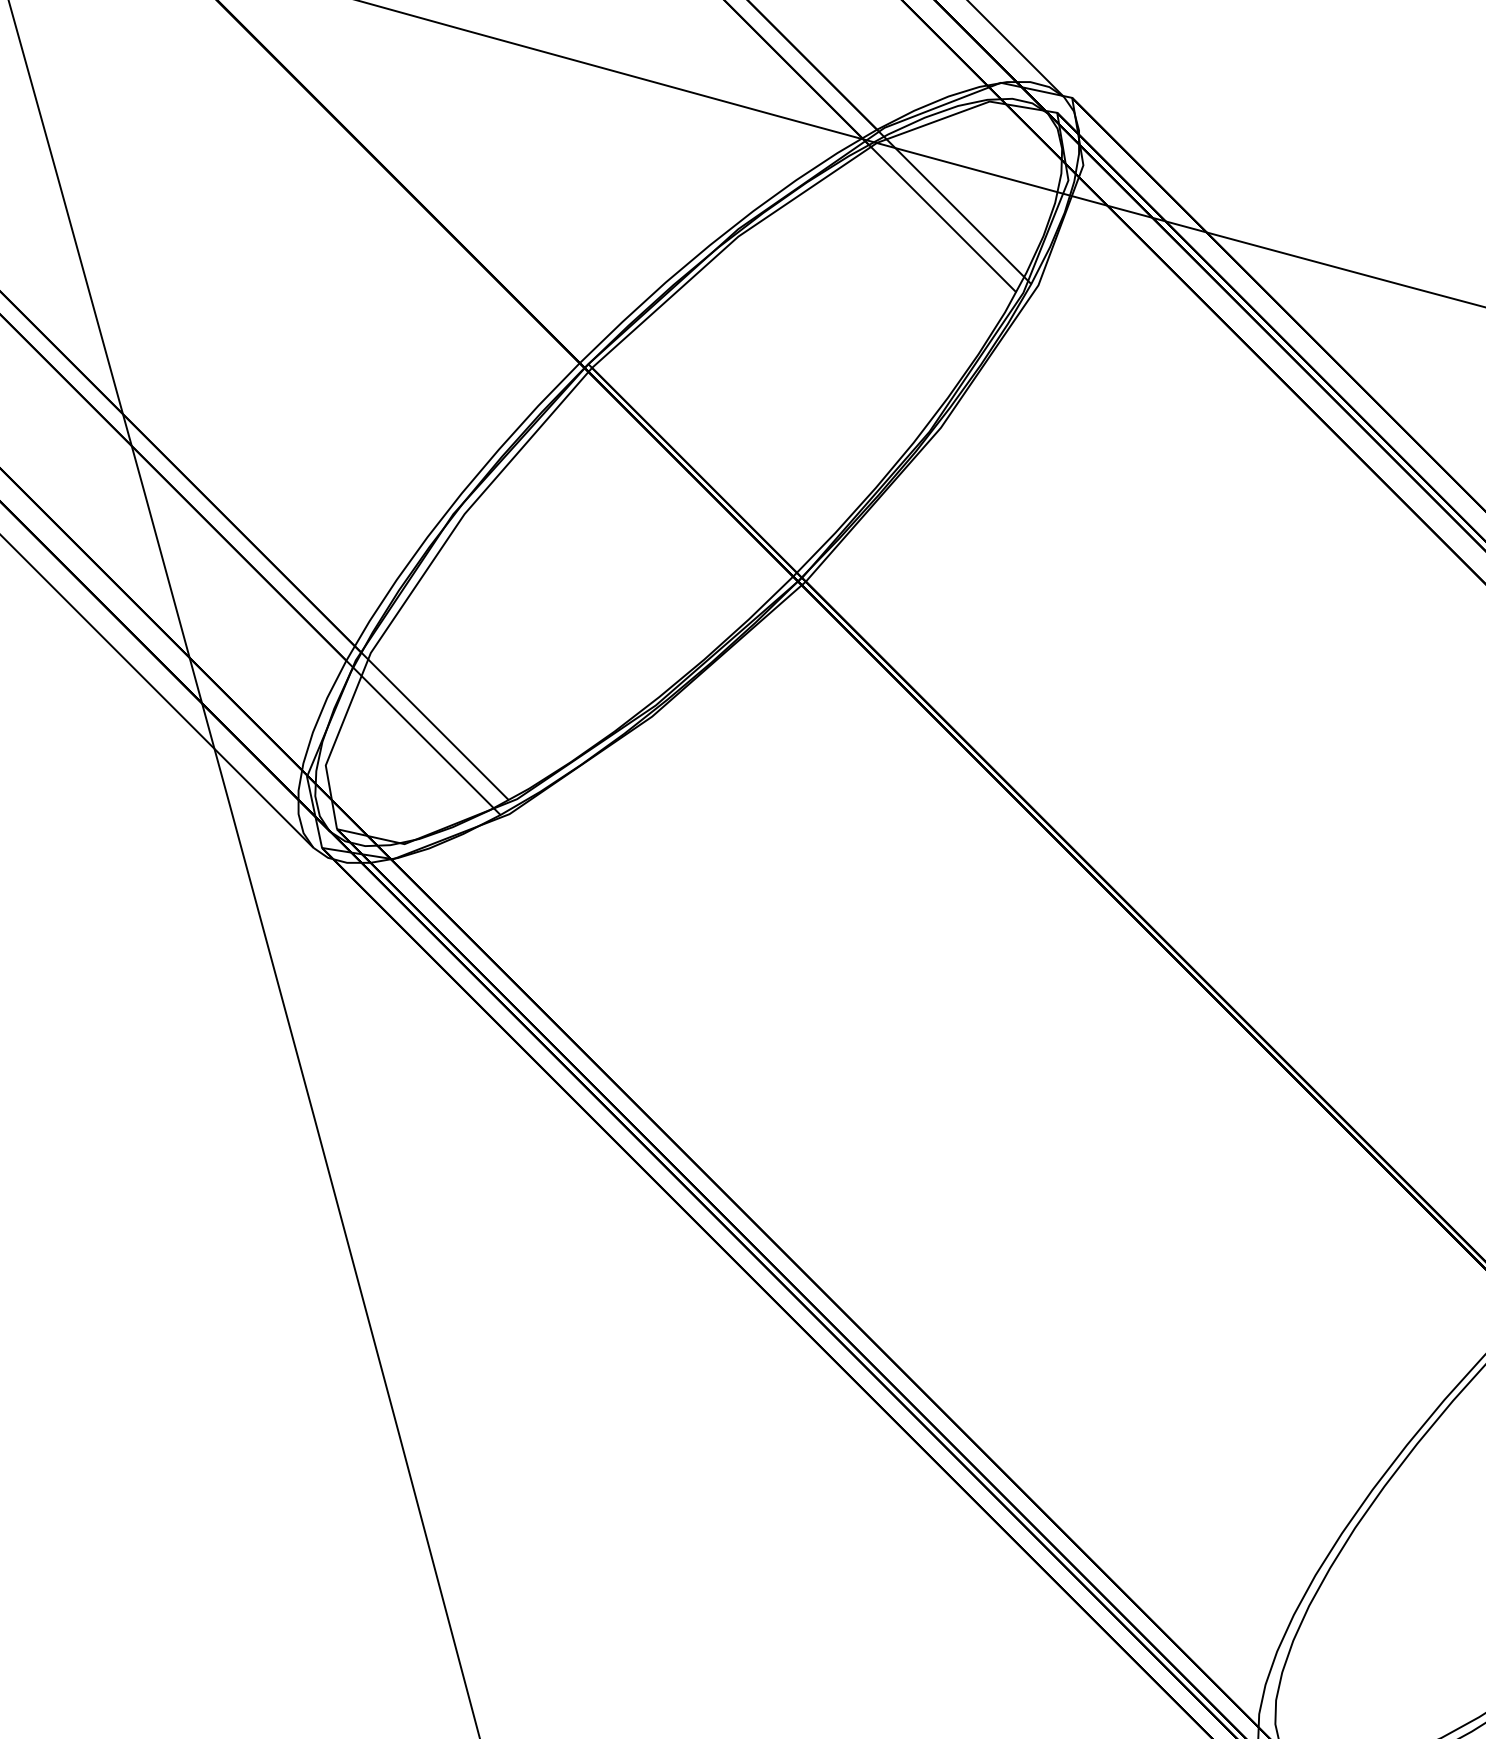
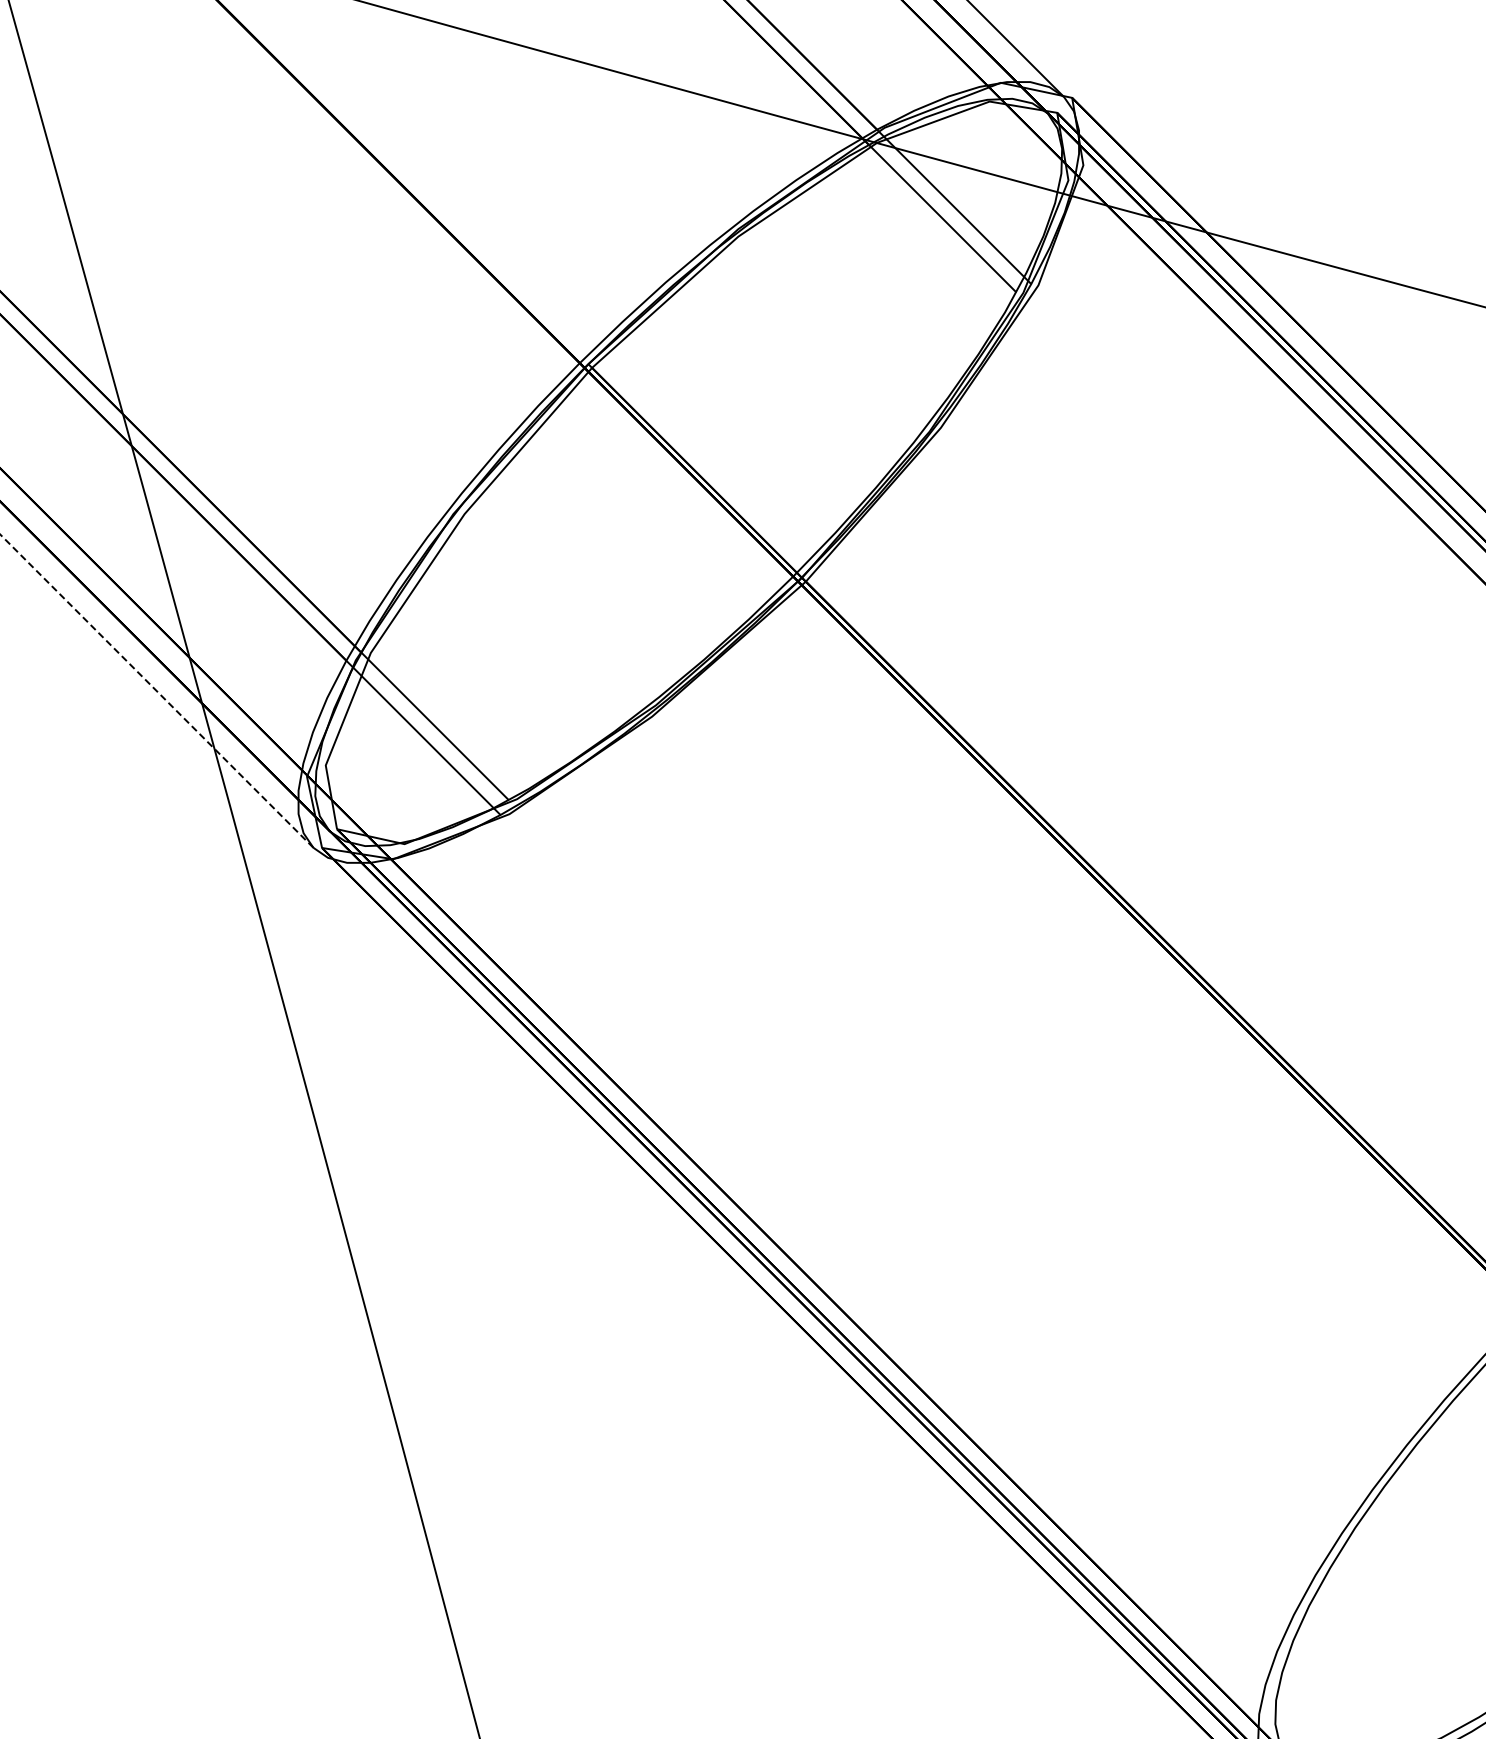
line at (156, 690): solid -> dashed
